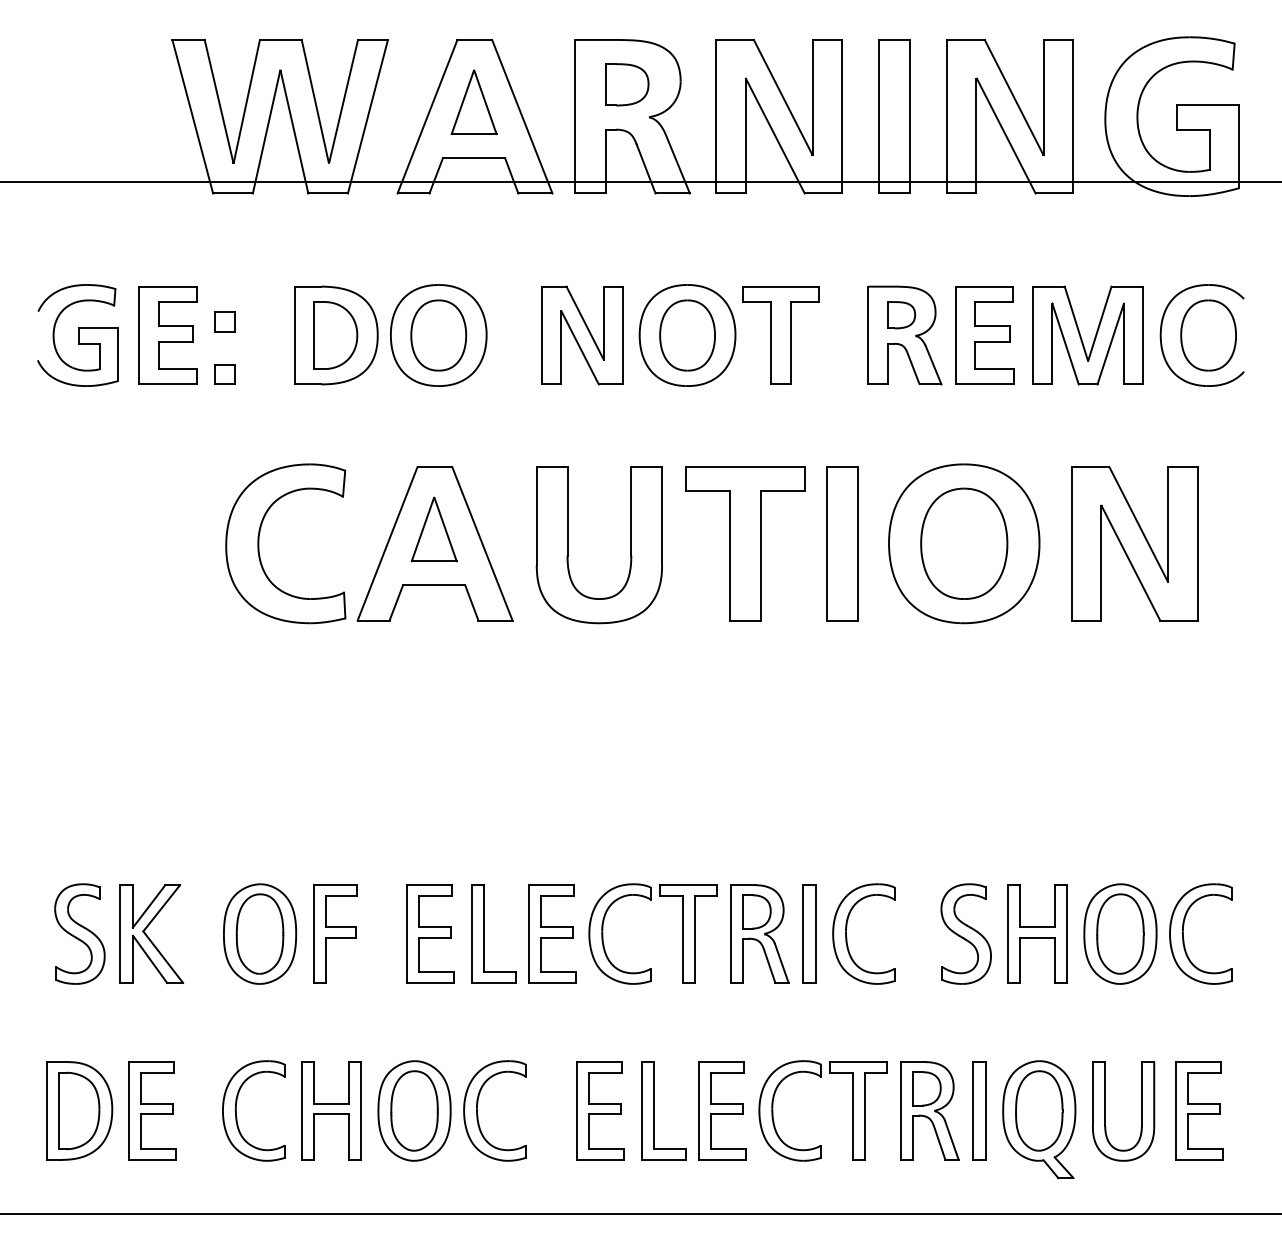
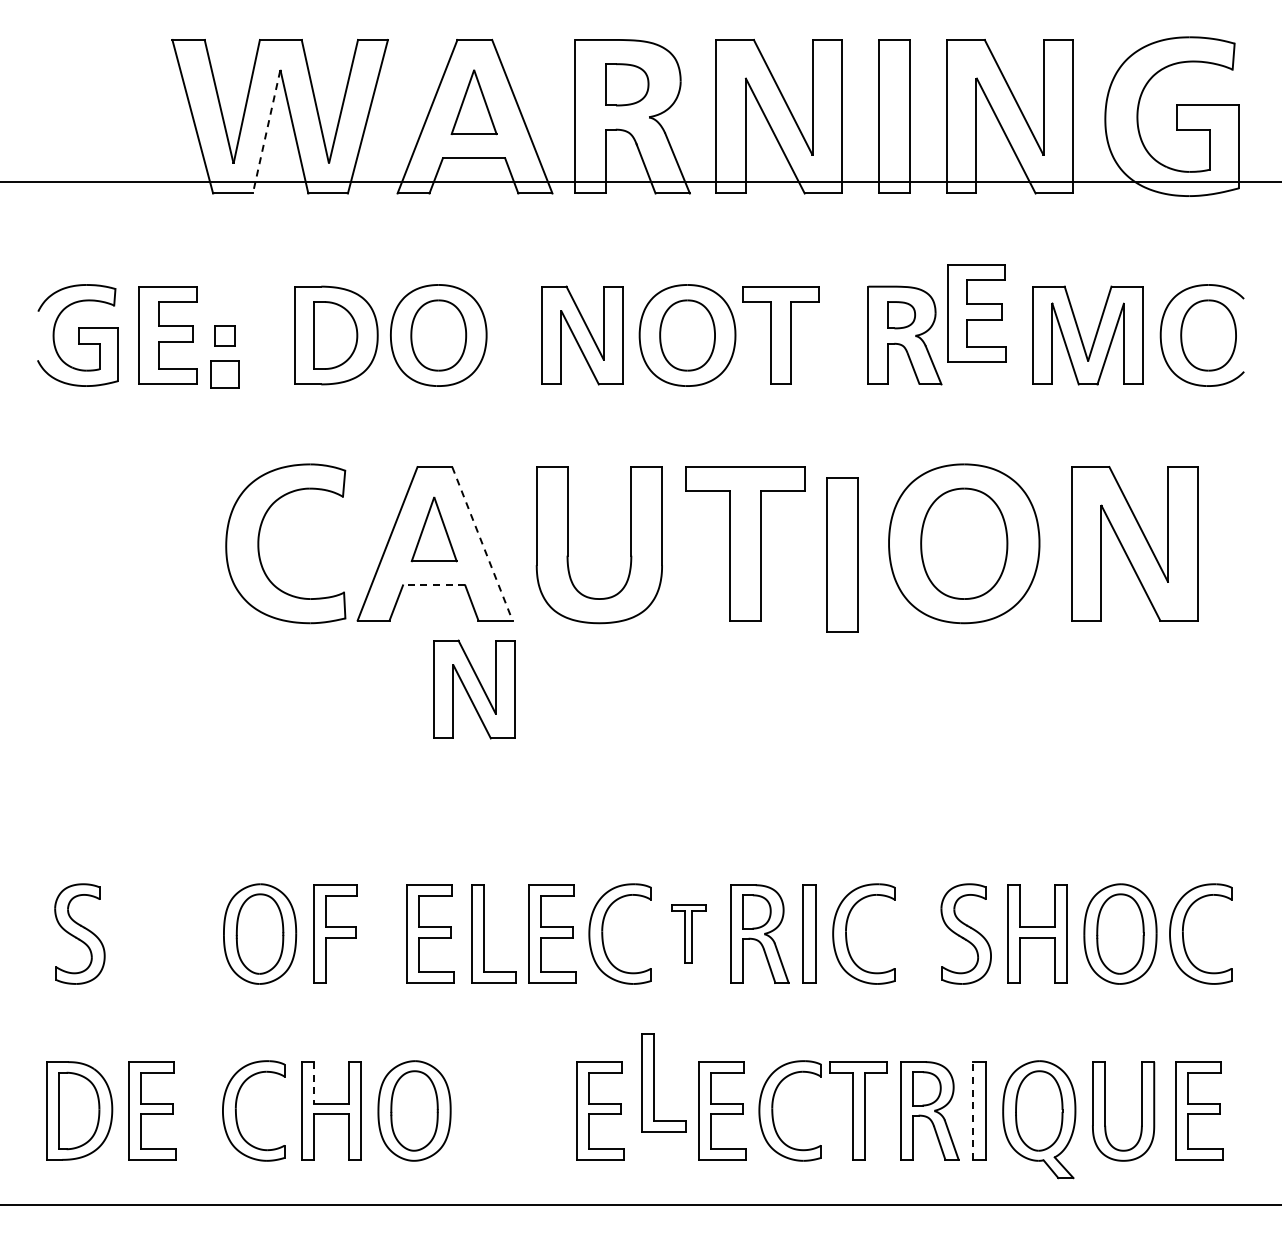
line at (266, 132): solid -> dashed
part at (224, 321) position: (224, 321) -> (224, 335)
part at (984, 335) position: (984, 335) -> (976, 313)
part at (224, 374) size: 22x21 px -> 30x29 px
part at (842, 543) position: (842, 543) -> (842, 554)
line at (482, 544): solid -> dashed
line at (433, 585): solid -> dashed
part at (474, 689): none -> present
part at (151, 933): present -> none
part at (688, 933) size: 59x100 px -> 36x60 px
line at (314, 1082): solid -> dashed
part at (654, 1110) position: (654, 1110) -> (654, 1082)
line at (973, 1110): solid -> dashed
part at (478, 1114): present -> none
line at (640, 1213) position: (640, 1213) -> (640, 1204)
